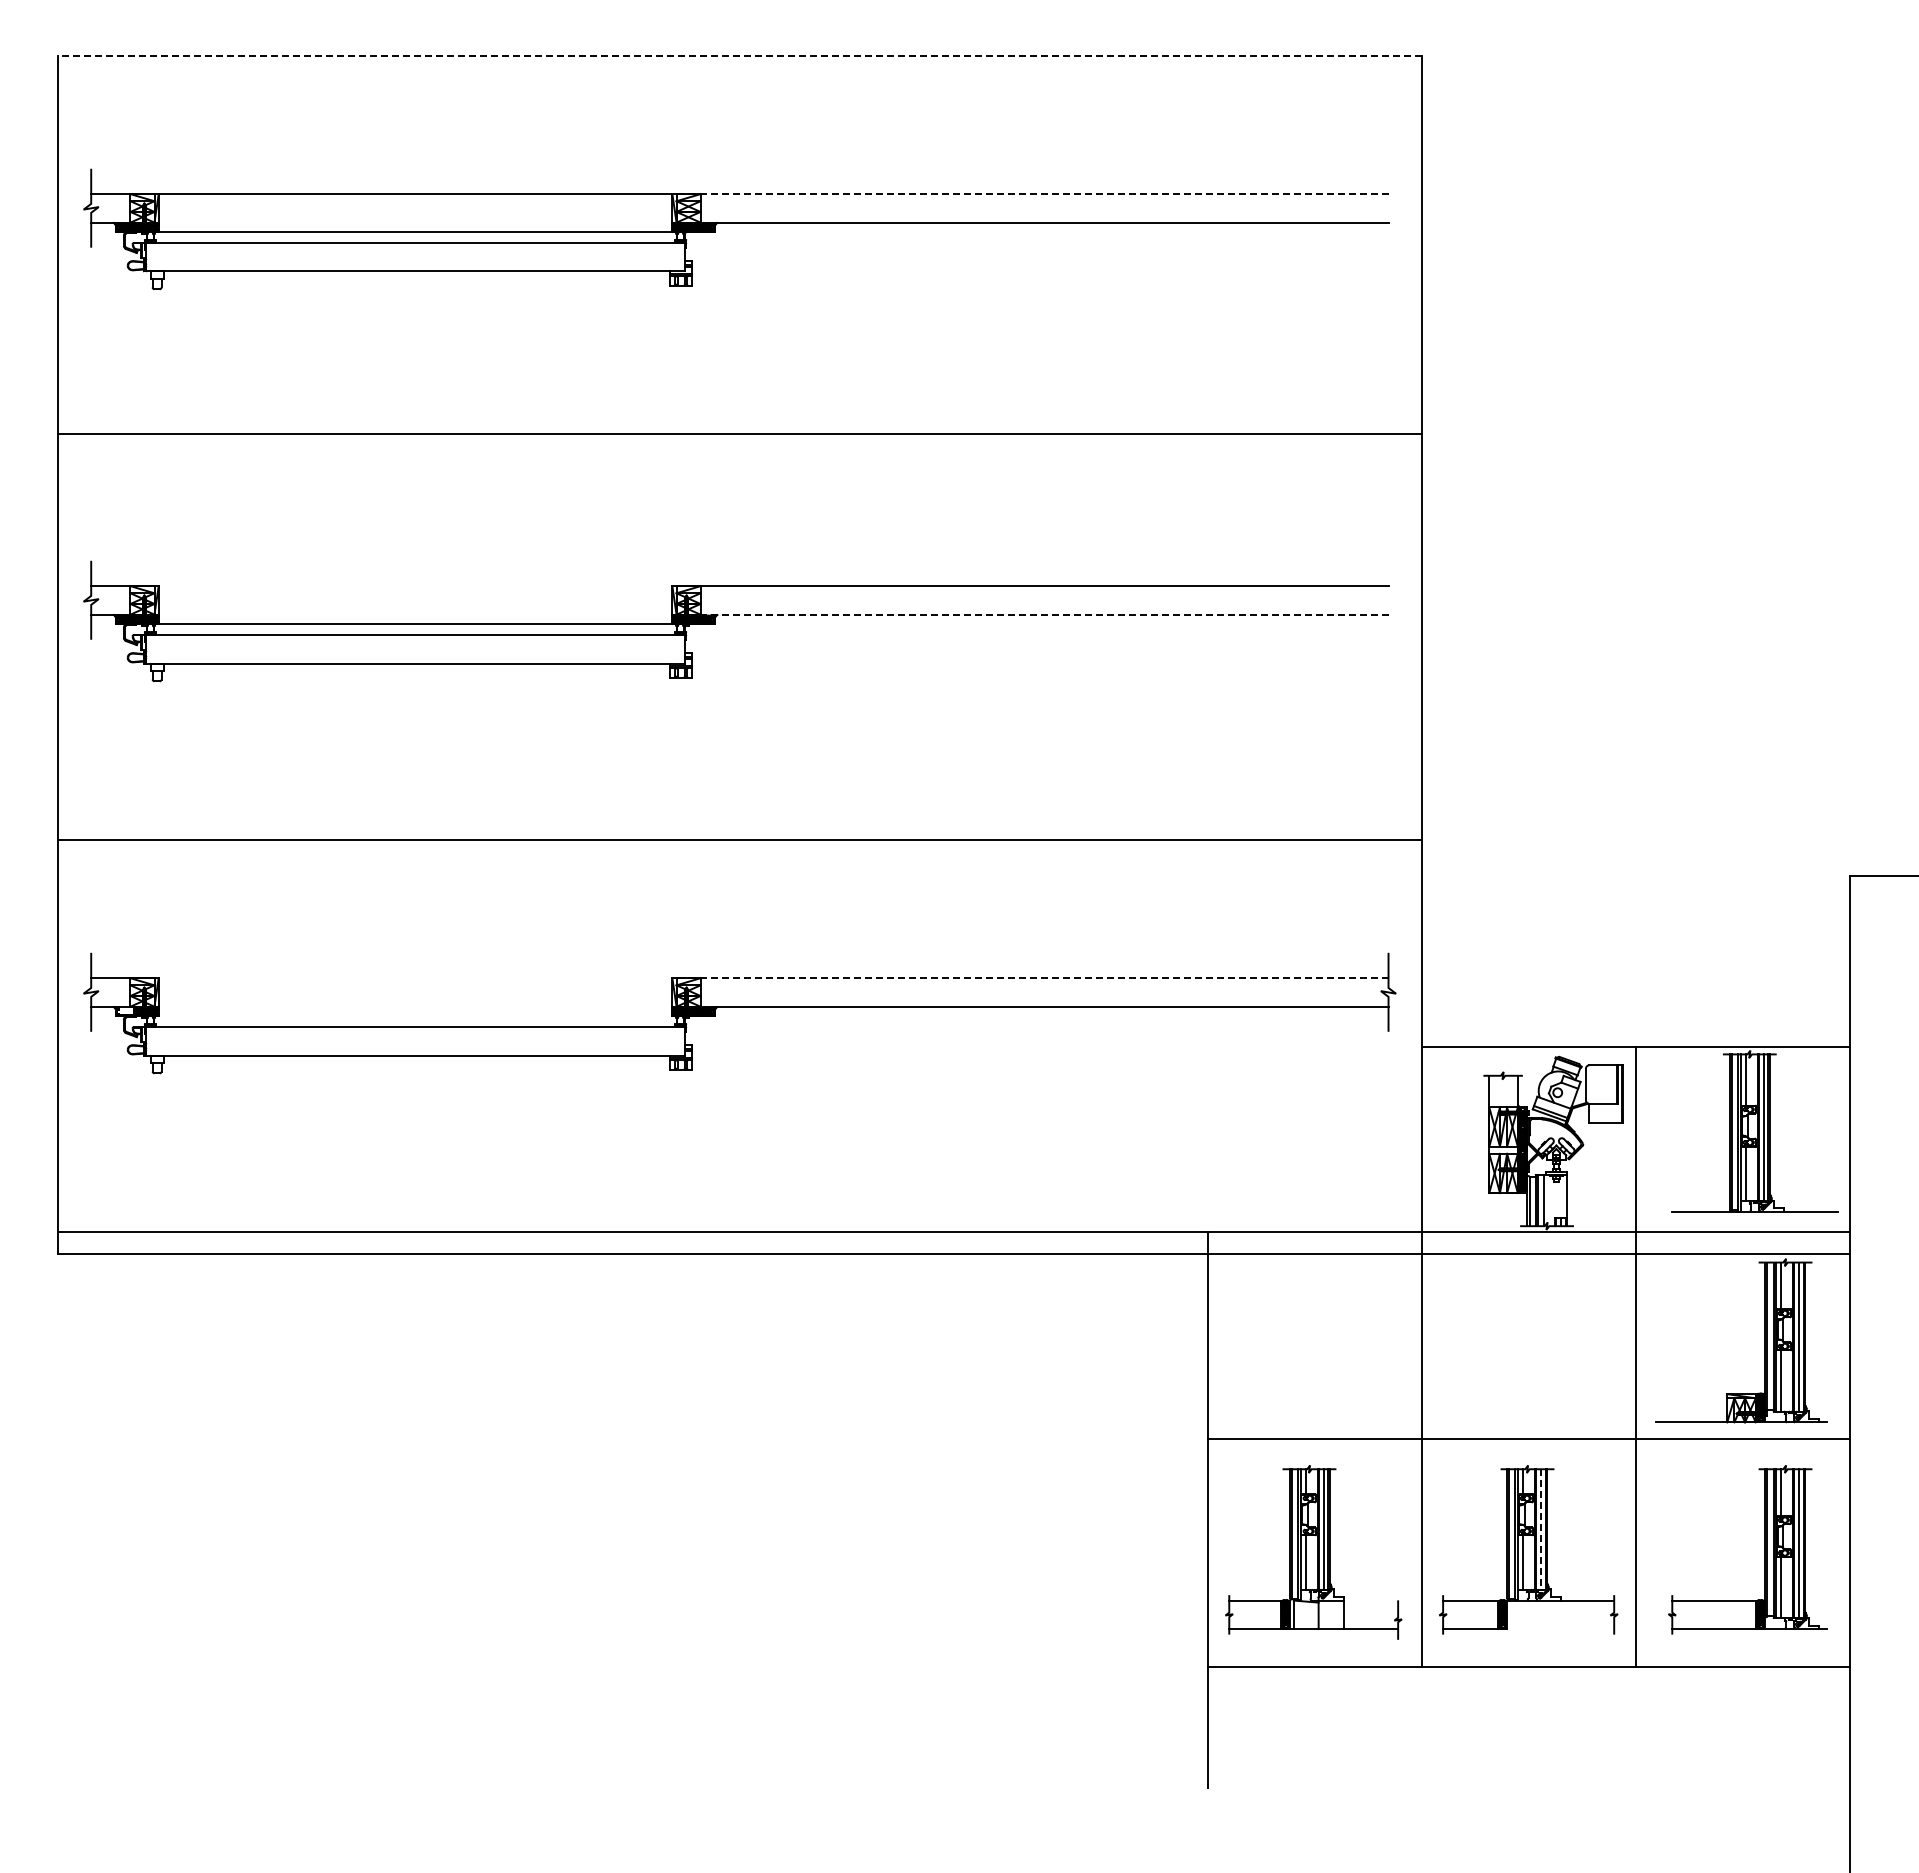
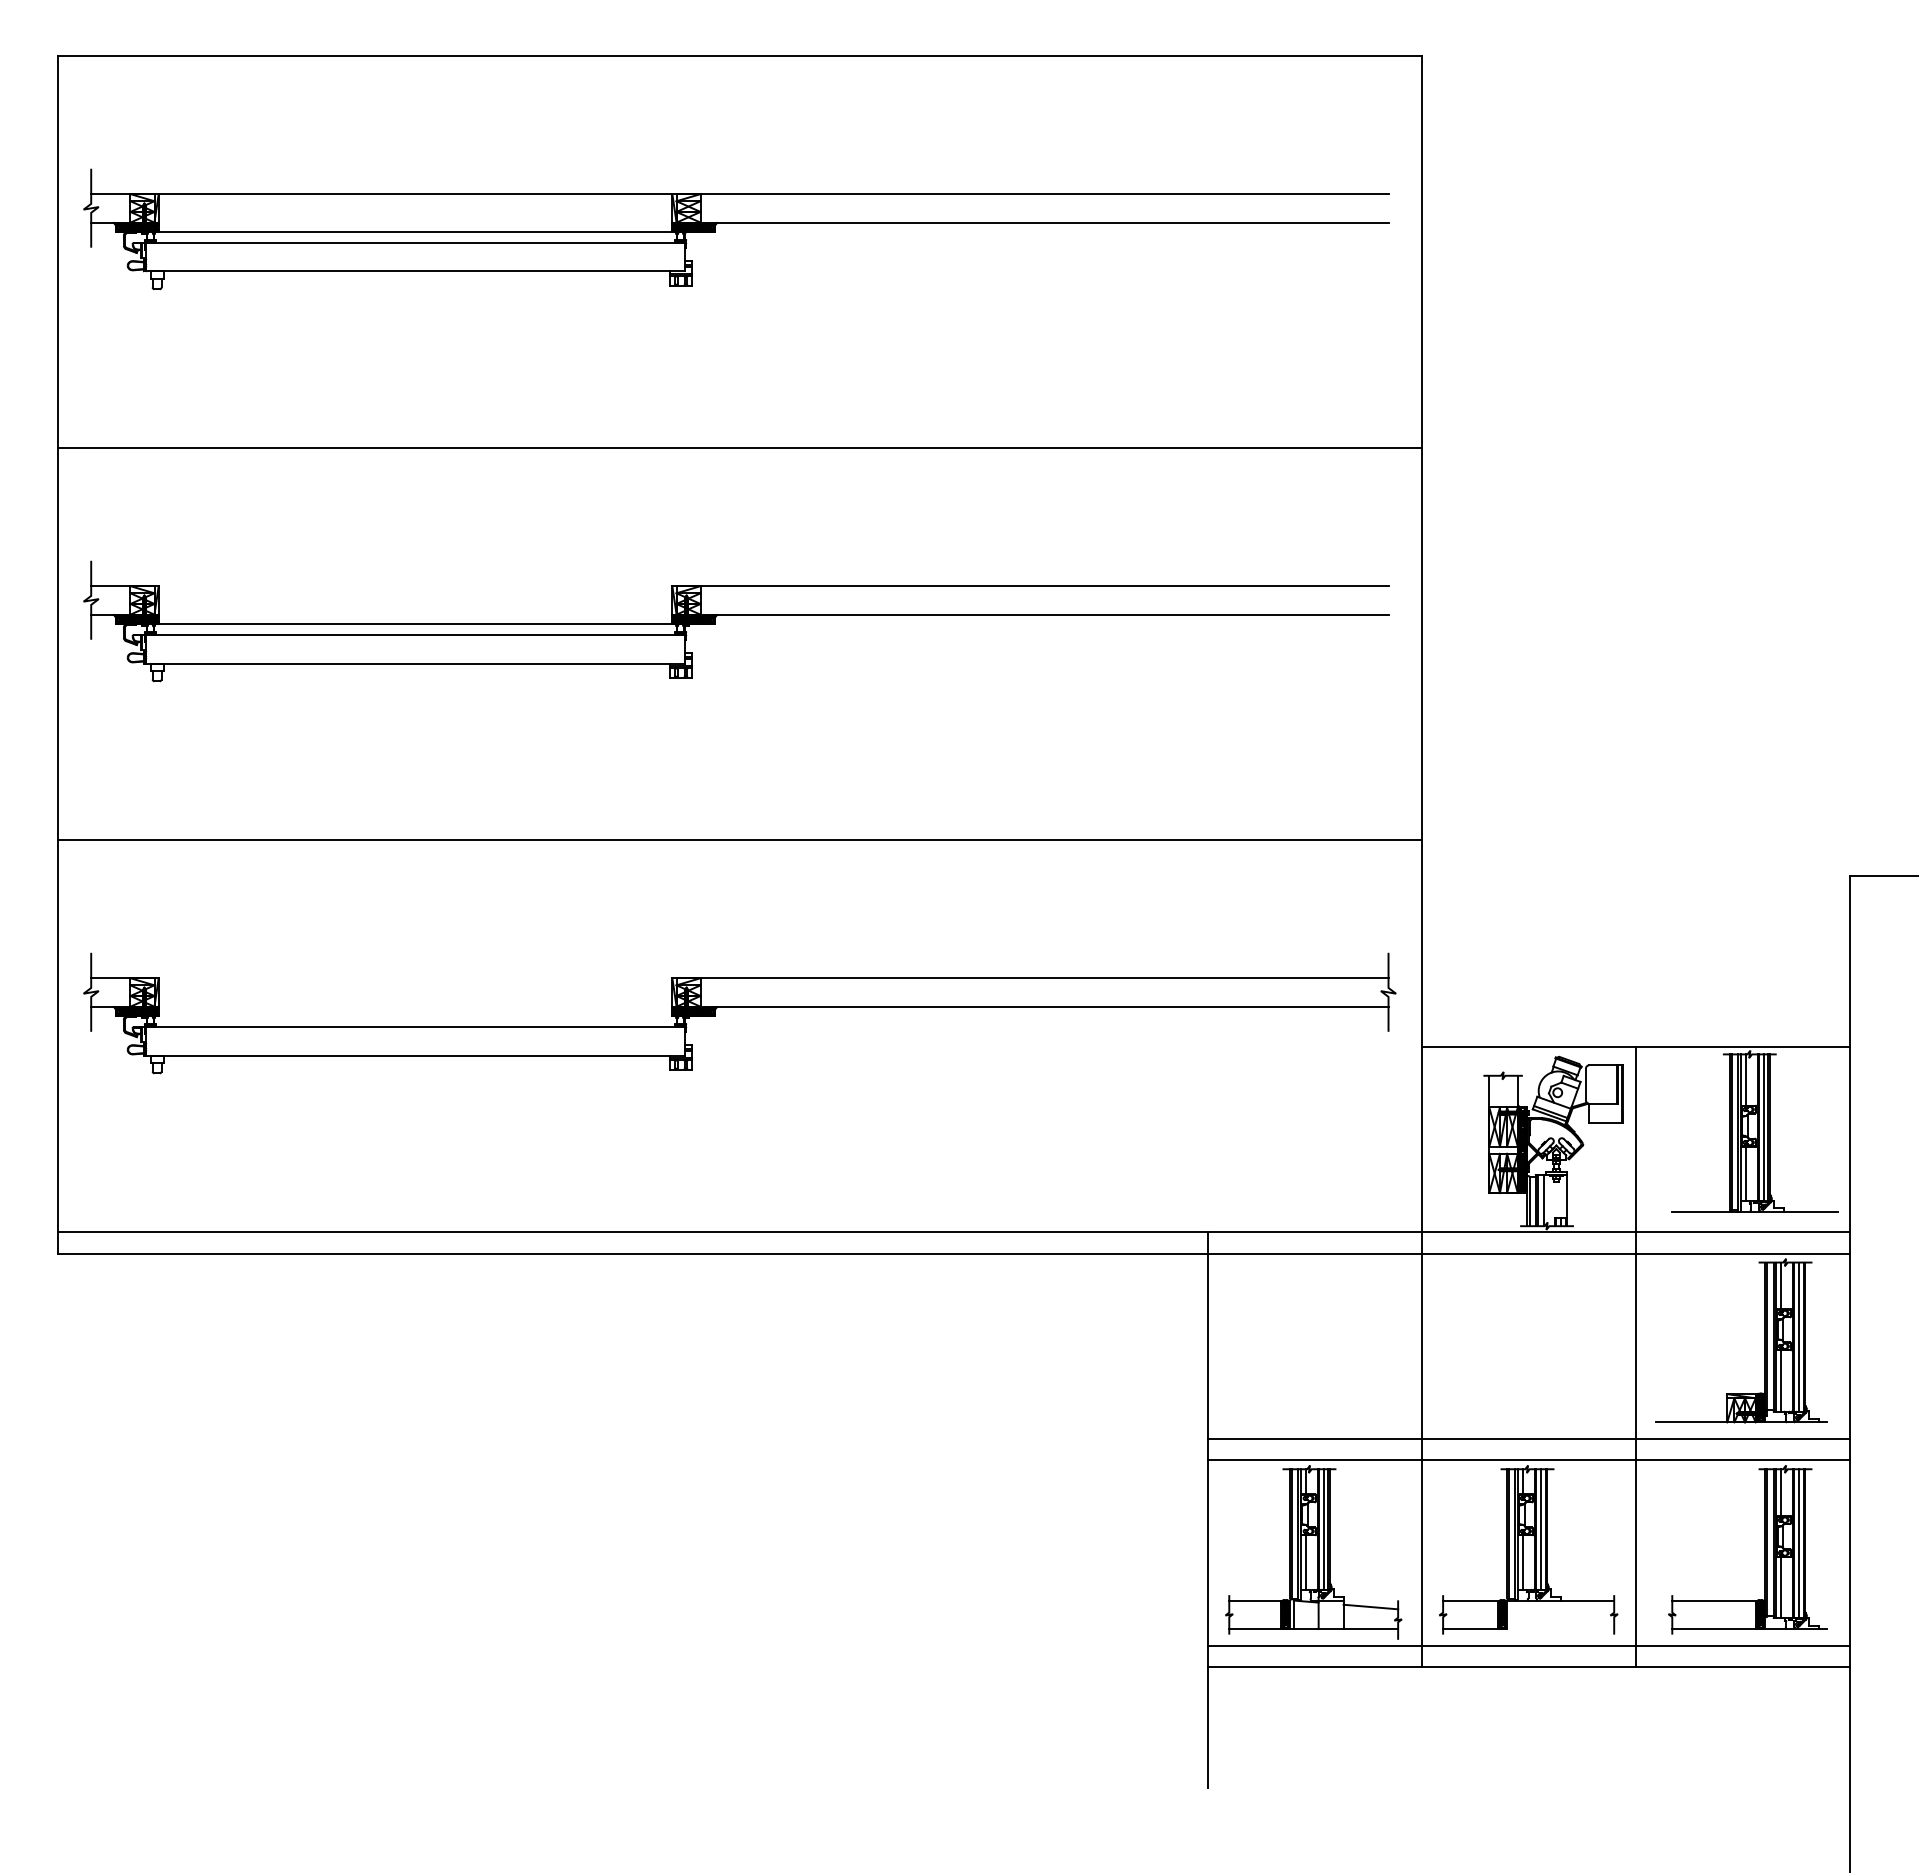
line at (739, 56): dashed -> solid
line at (1033, 194): dashed -> solid
line at (739, 434) position: (739, 434) -> (739, 448)
line at (1033, 614): dashed -> solid
line at (1033, 978): dashed -> solid
hatch at (125, 1011): none -> present
line at (1528, 1460): none -> present
line at (1540, 1529): dashed -> solid
line at (1370, 1606): none -> present
line at (1528, 1645): none -> present
